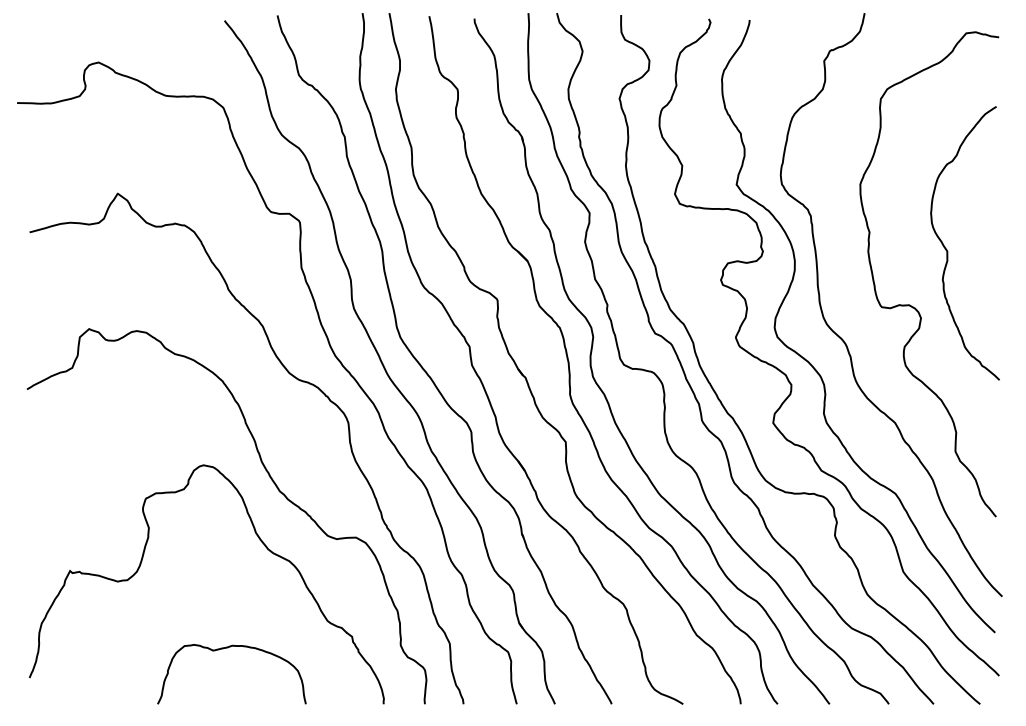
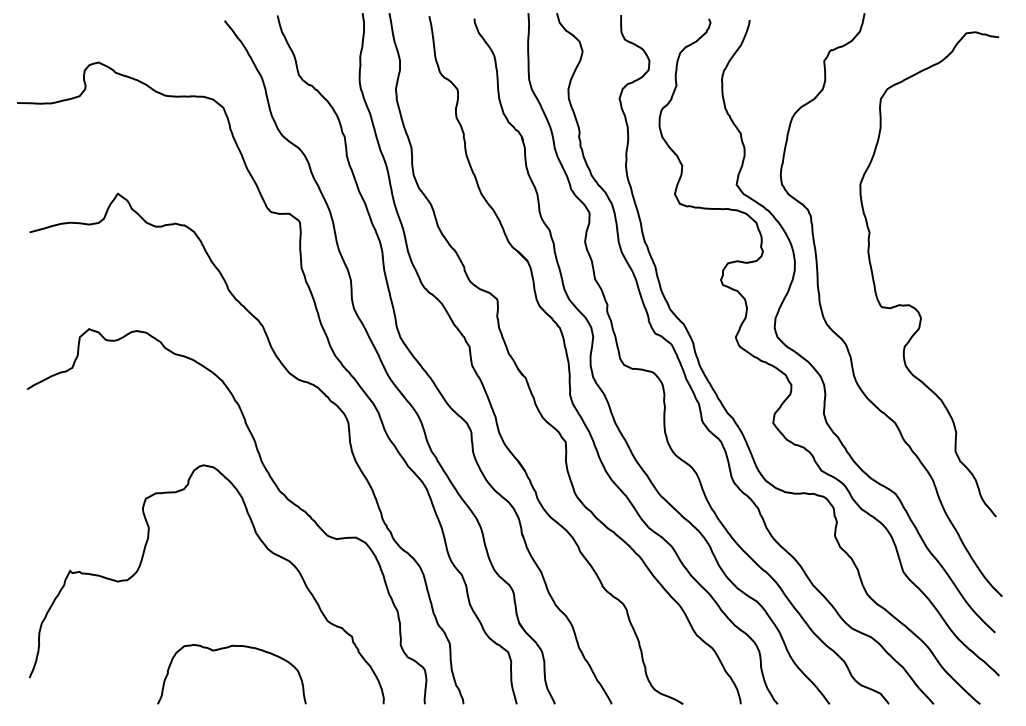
curve at (948, 251): present -> none
